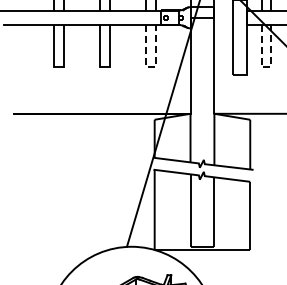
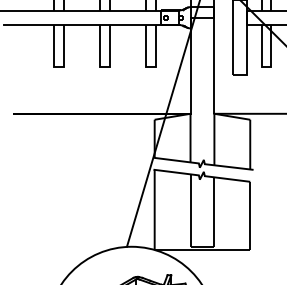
line at (150, 67): dashed -> solid
line at (266, 67): dashed -> solid
